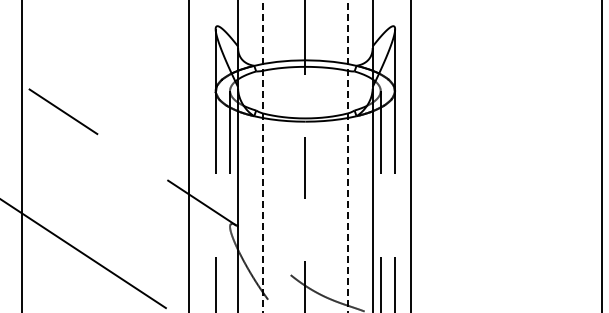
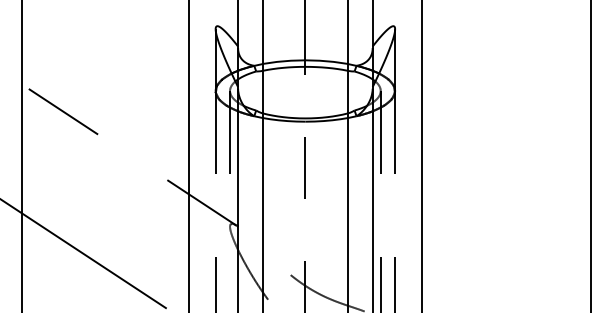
line at (410, 155) position: (410, 155) -> (421, 155)
line at (601, 155) position: (601, 155) -> (590, 155)
line at (263, 156): dashed -> solid
line at (347, 156): dashed -> solid
